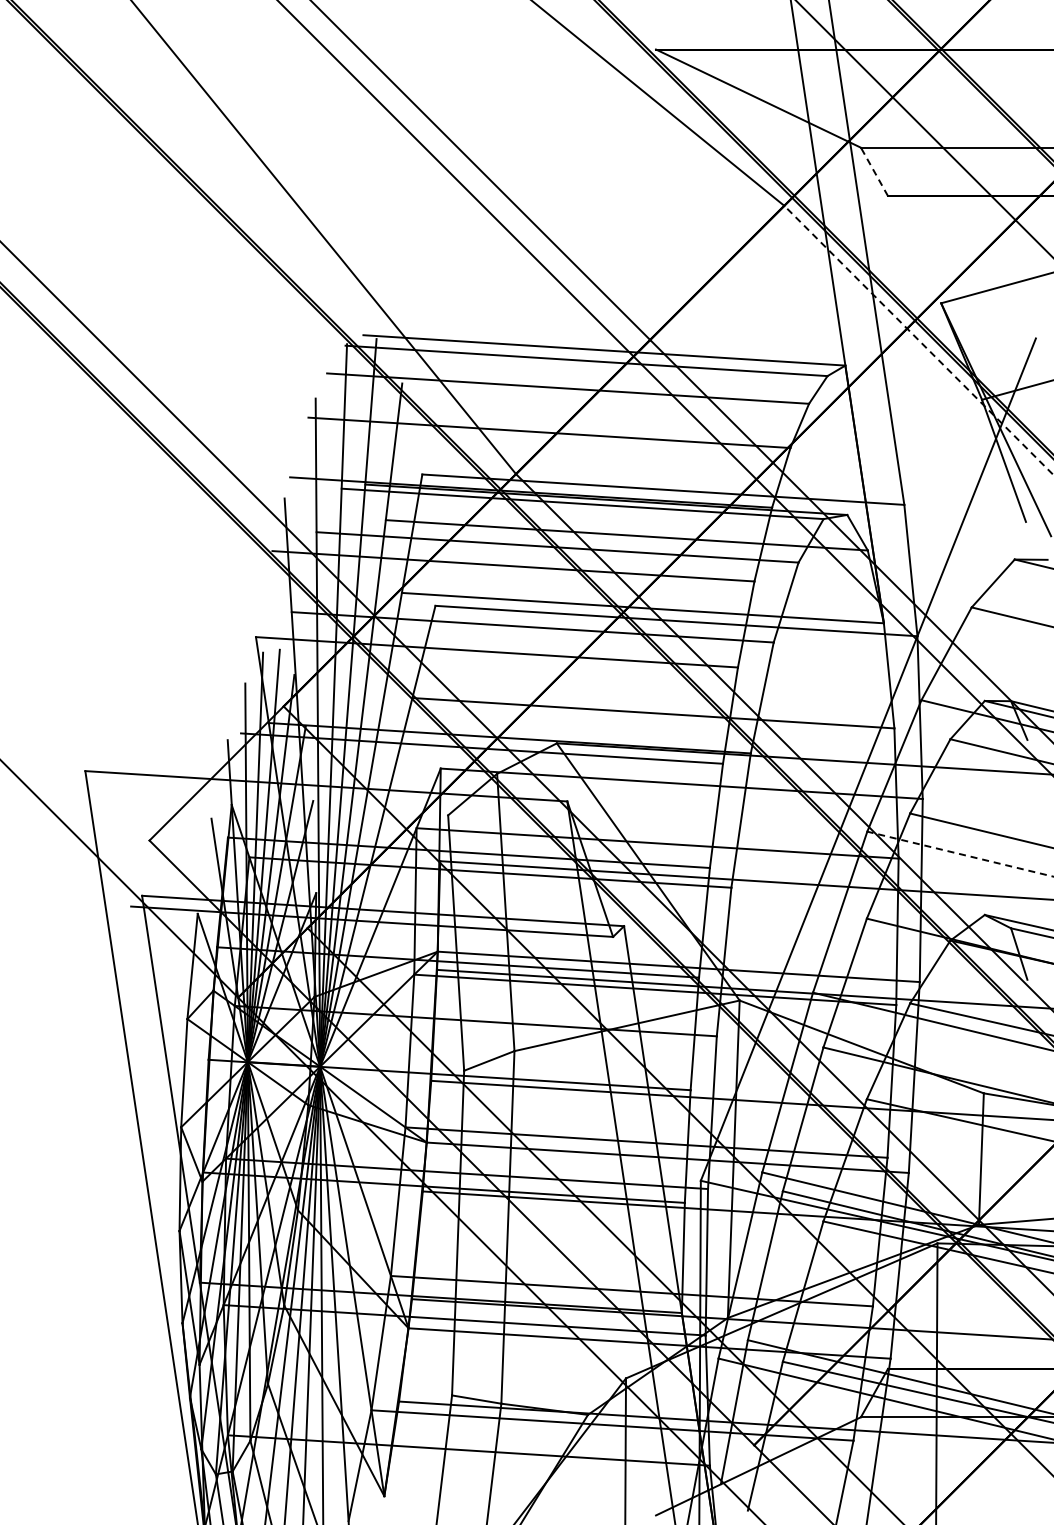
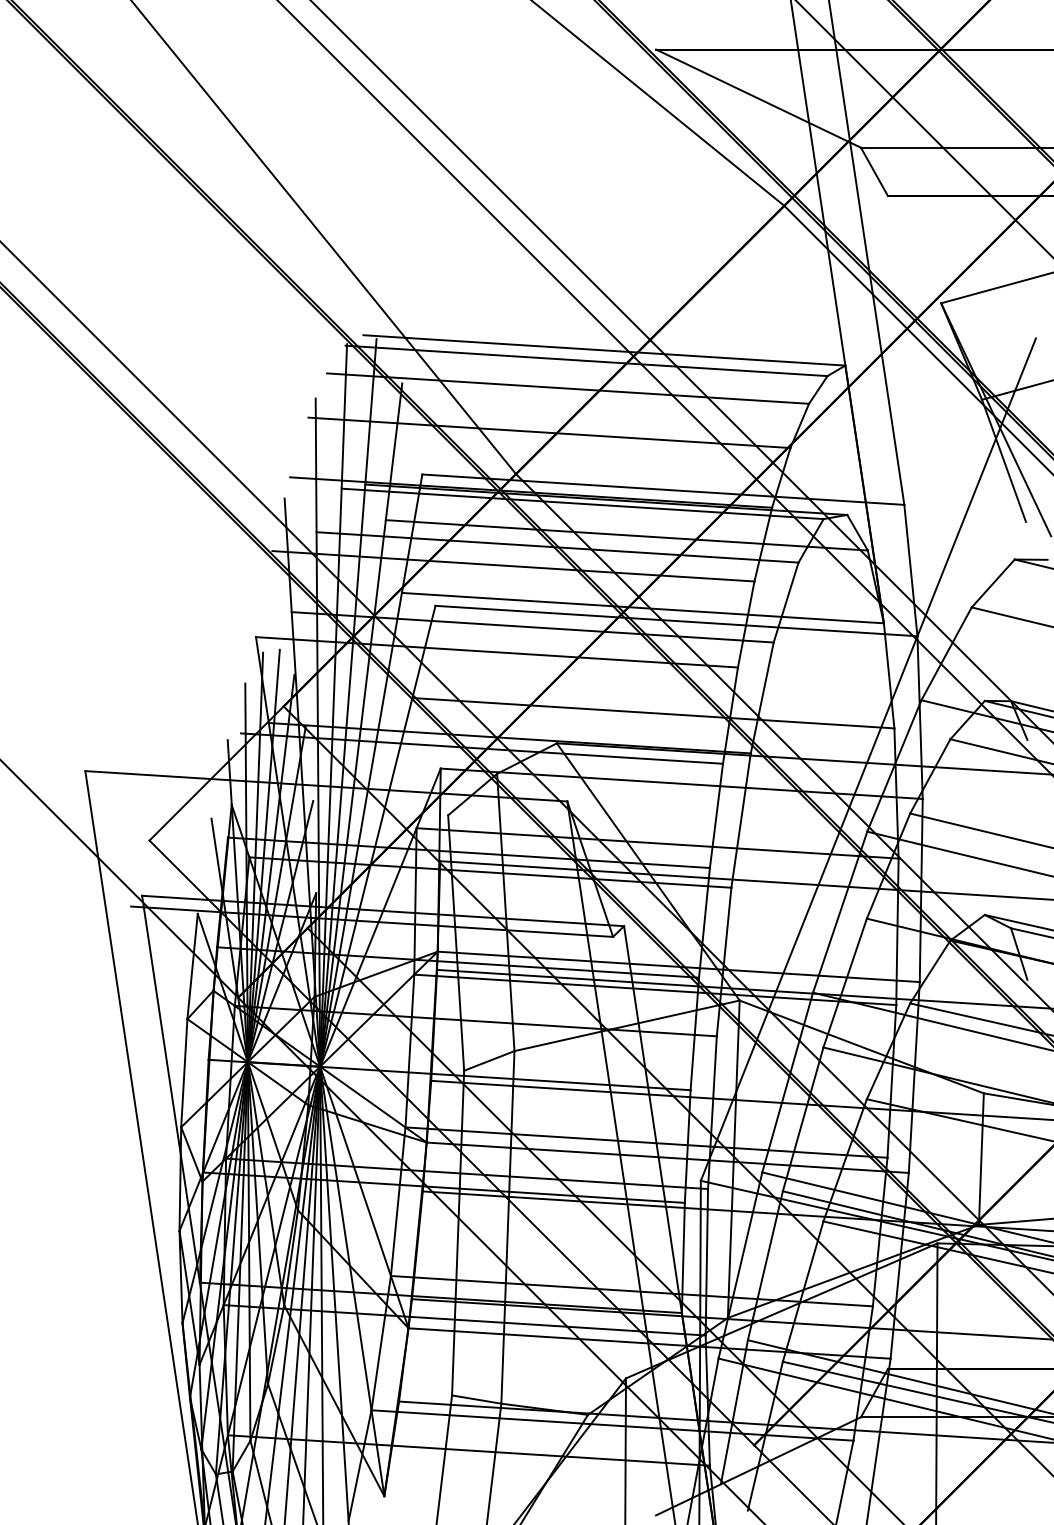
line at (874, 171): dashed -> solid
line at (918, 340): dashed -> solid
line at (960, 854): dashed -> solid
